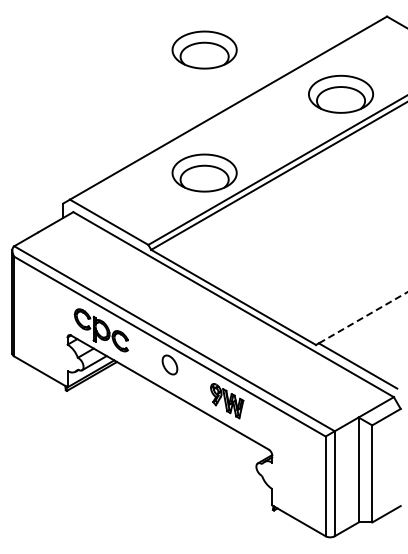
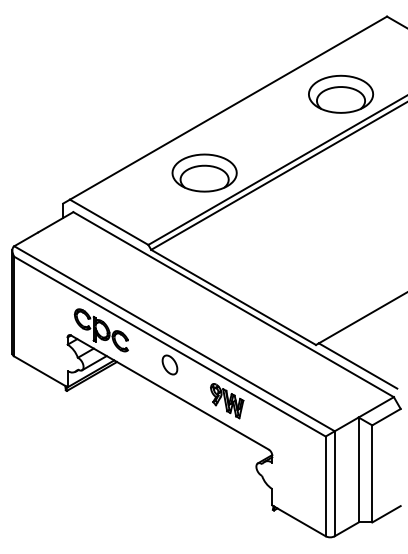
part at (204, 49): present -> none
line at (363, 317): dashed -> solid
